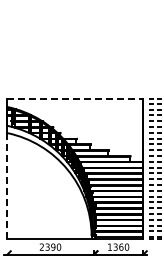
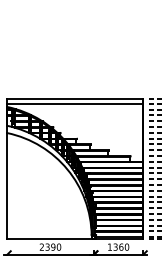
line at (75, 98): dashed -> solid
line at (75, 103): none -> present
line at (7, 186): dashed -> solid
